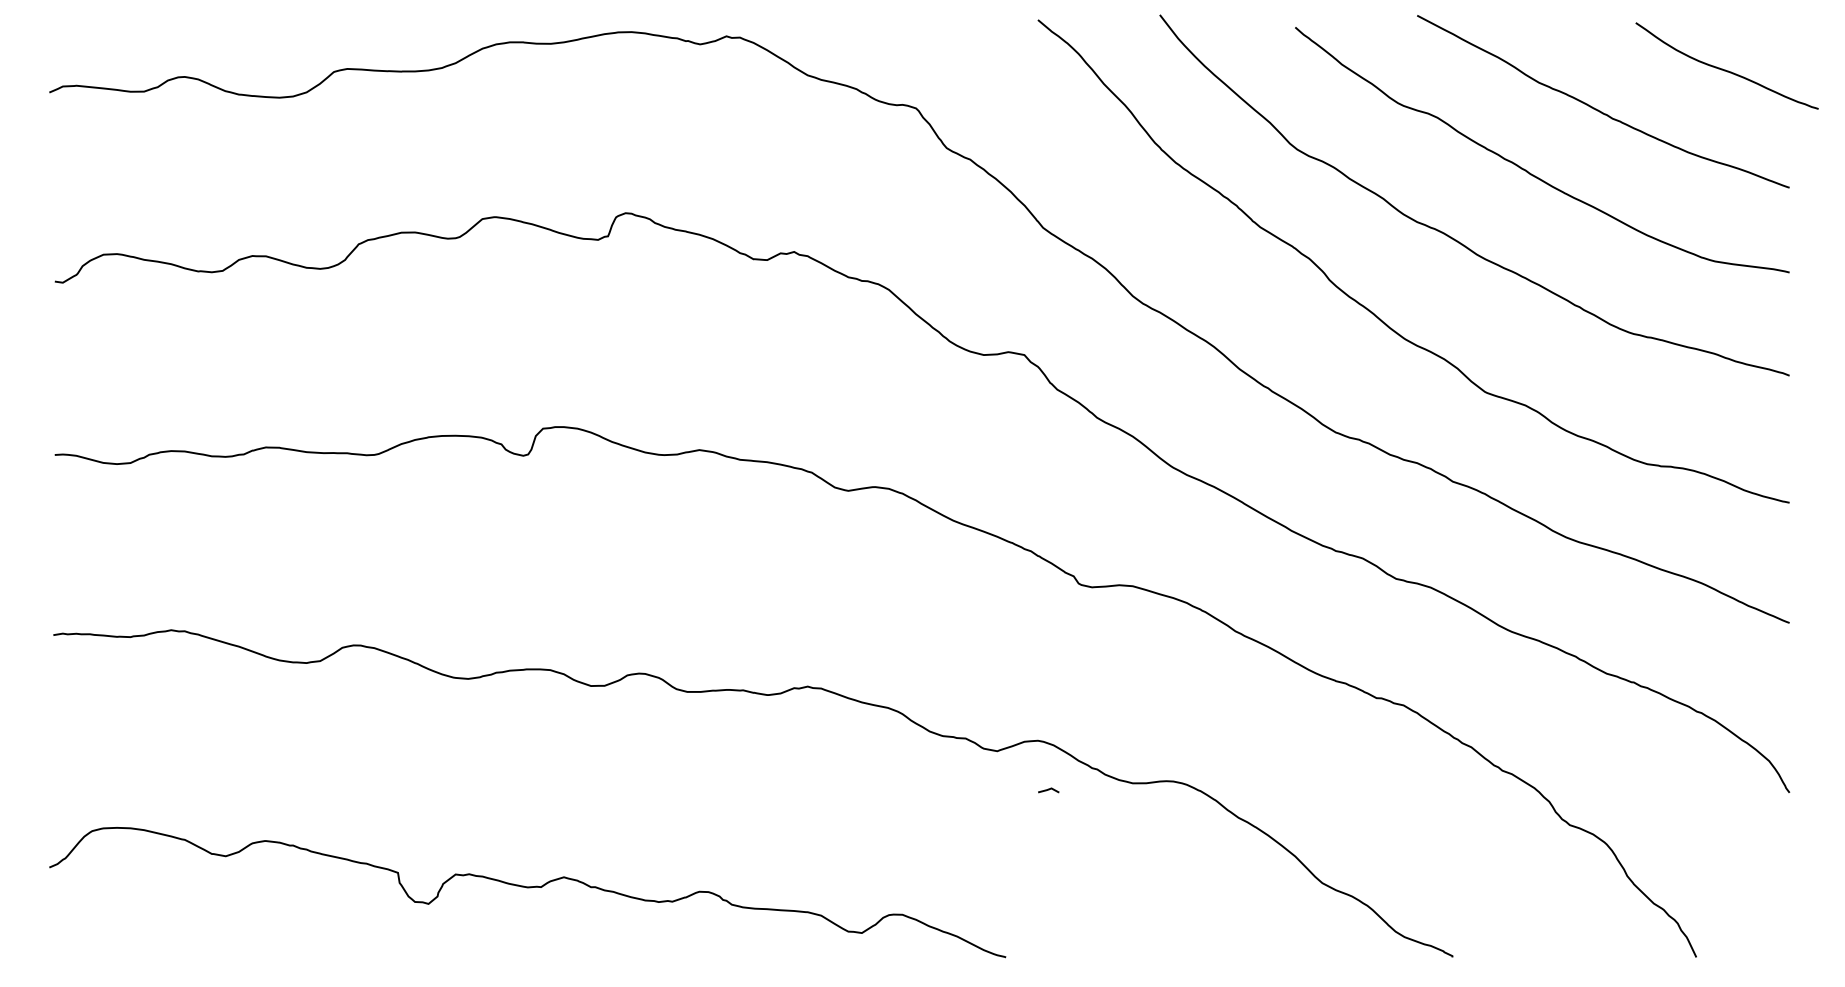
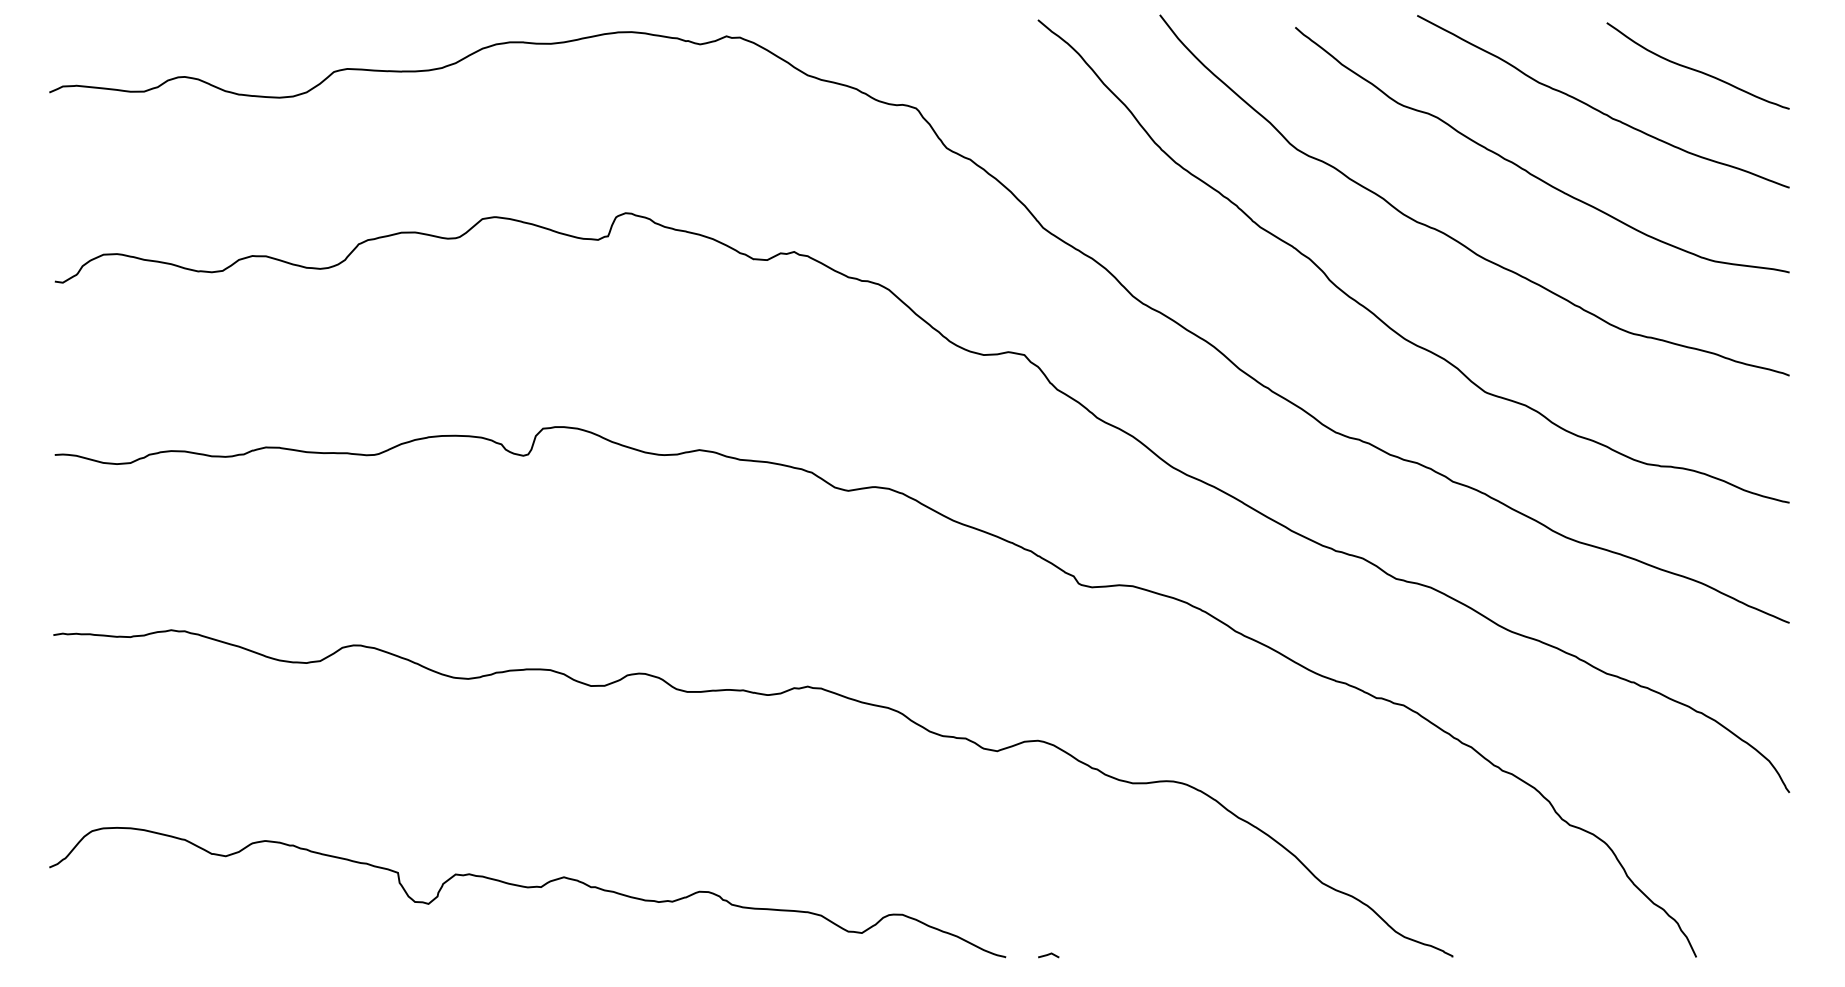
curve at (1725, 69) position: (1725, 69) -> (1696, 69)
line at (1048, 790) position: (1048, 790) -> (1048, 955)
